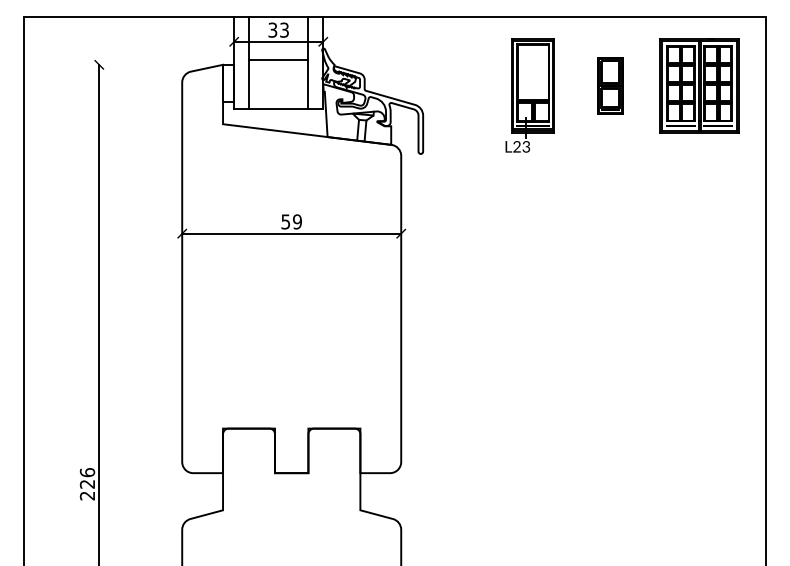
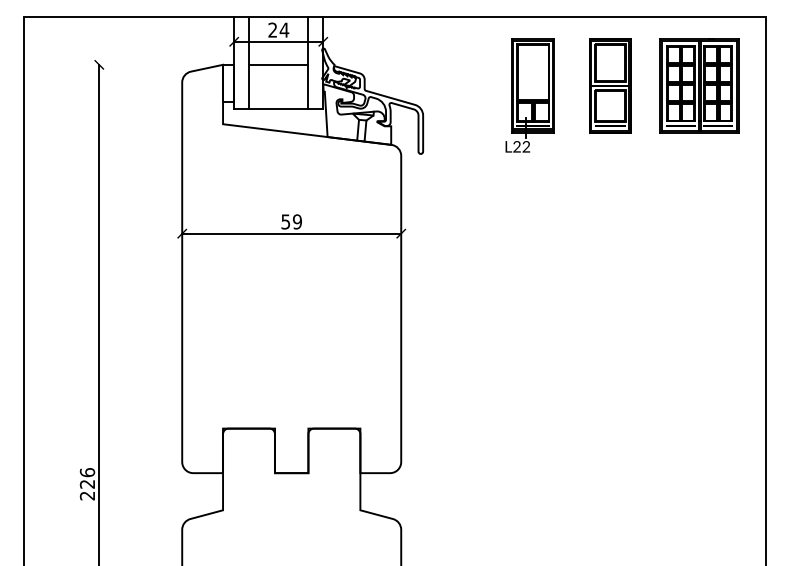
text at (278, 29): 33 -> 24
line at (278, 59) position: (278, 59) -> (278, 64)
part at (610, 85) size: 27x58 px -> 43x96 px
text at (526, 148): L23 -> L22
